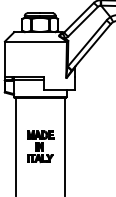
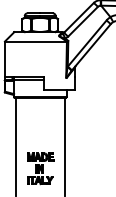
part at (40, 146) position: (40, 146) -> (40, 168)
